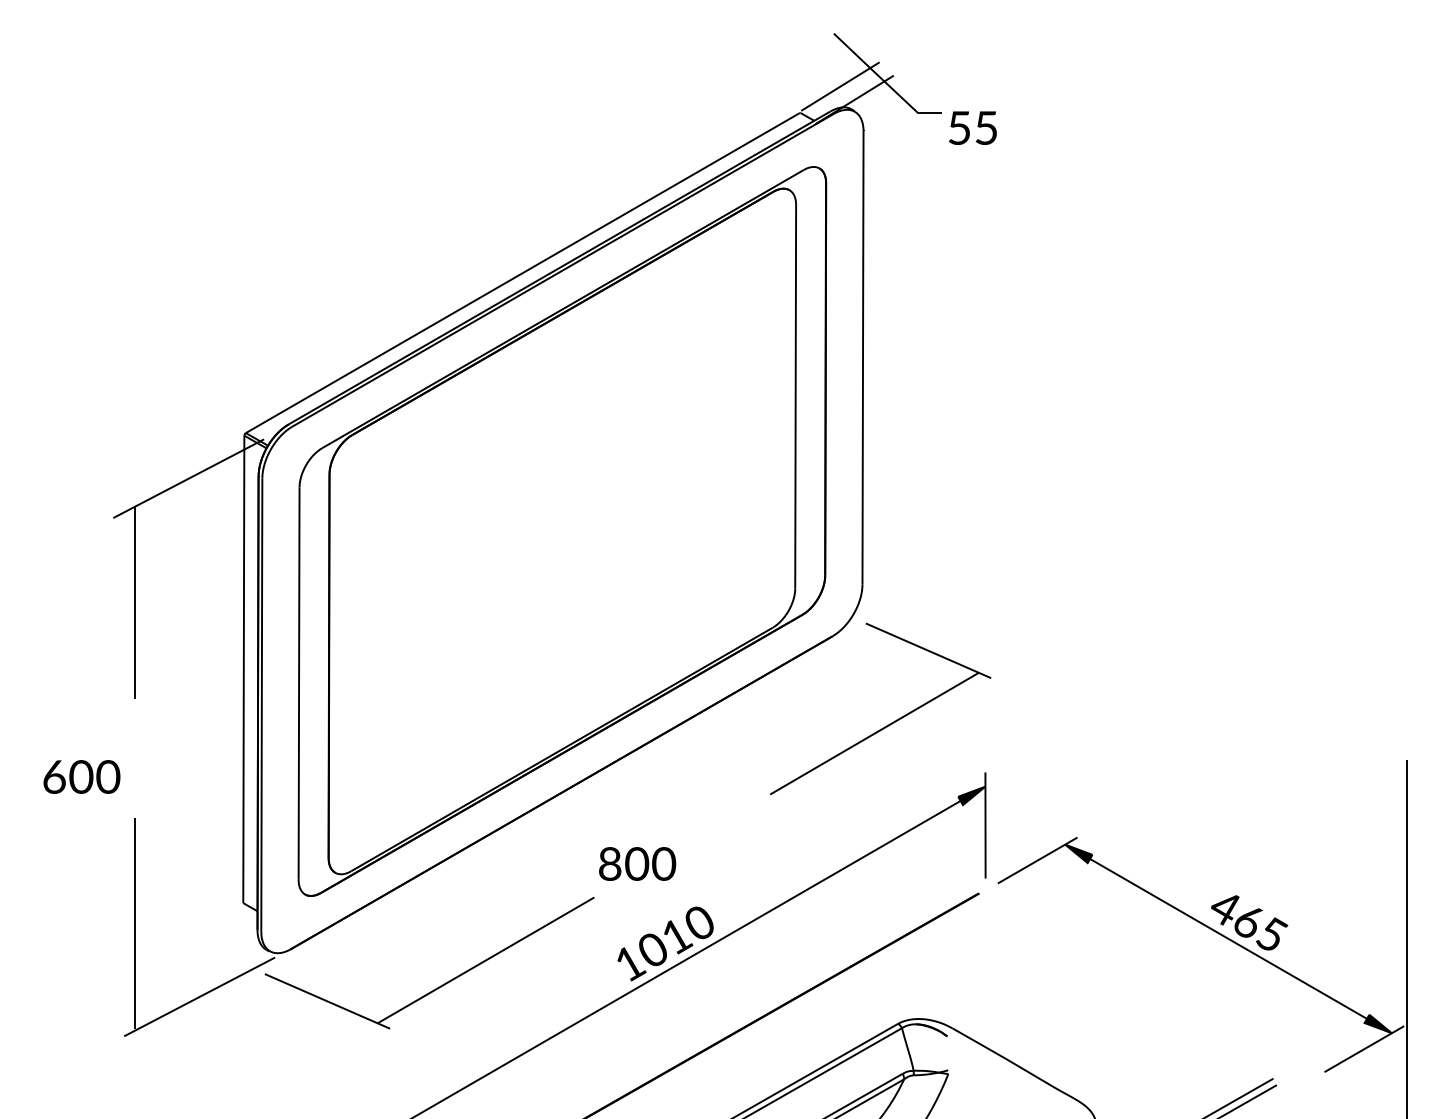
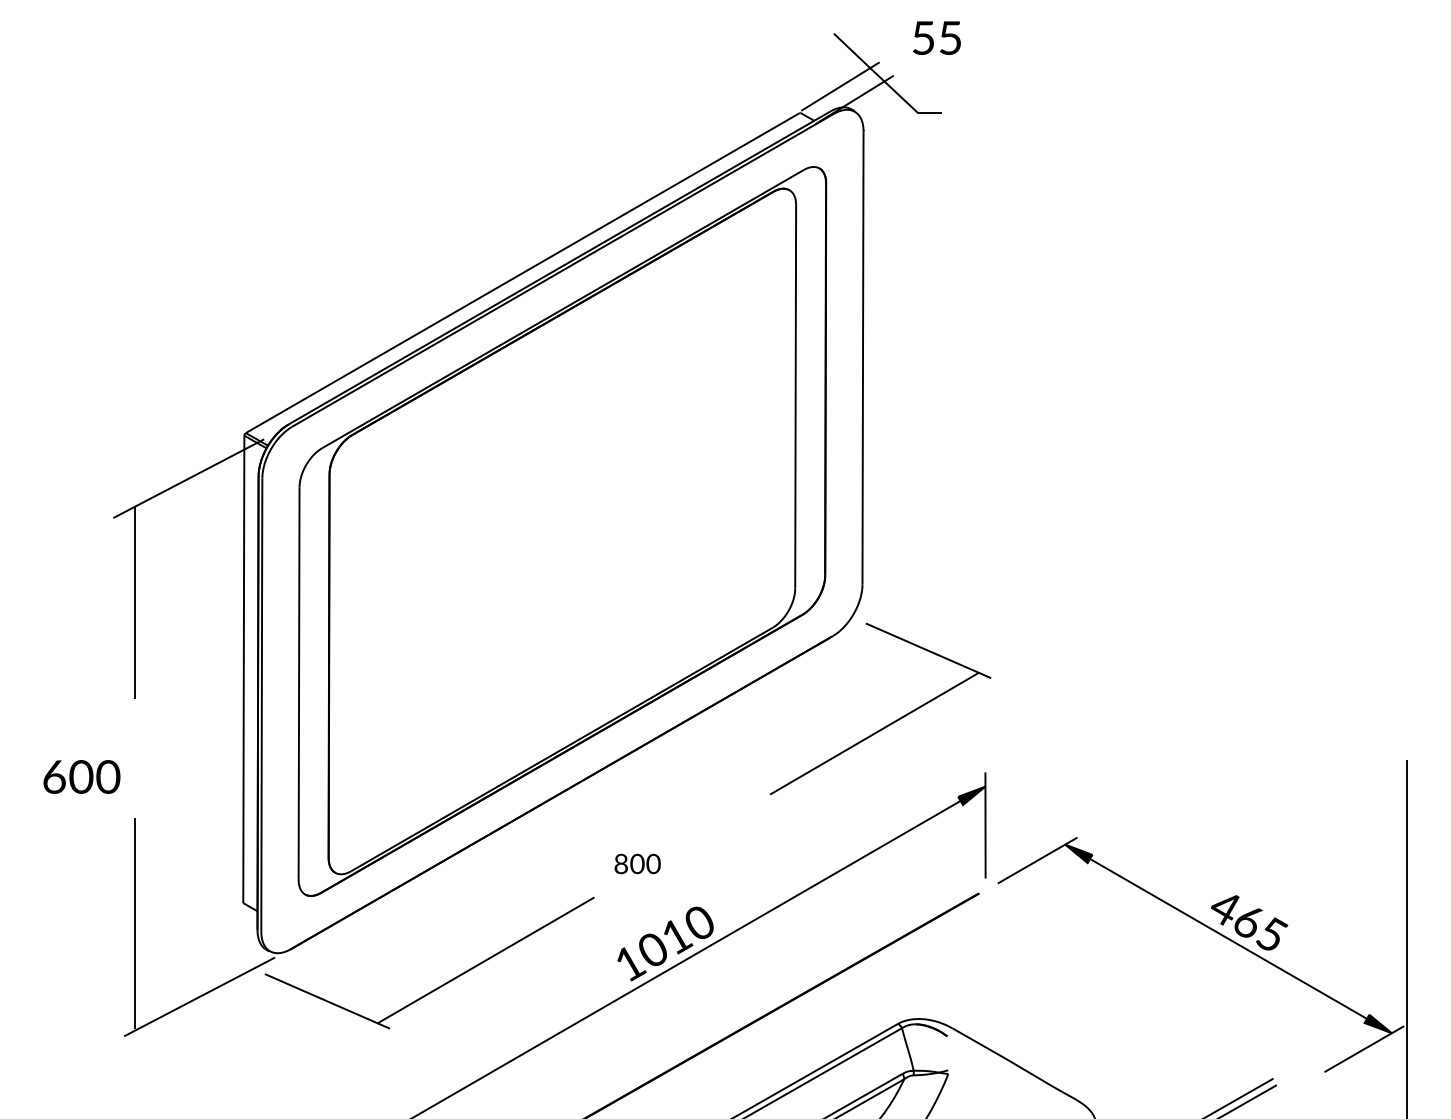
part at (972, 127) position: (972, 127) -> (936, 37)
part at (637, 863) size: 78x34 px -> 47x22 px
